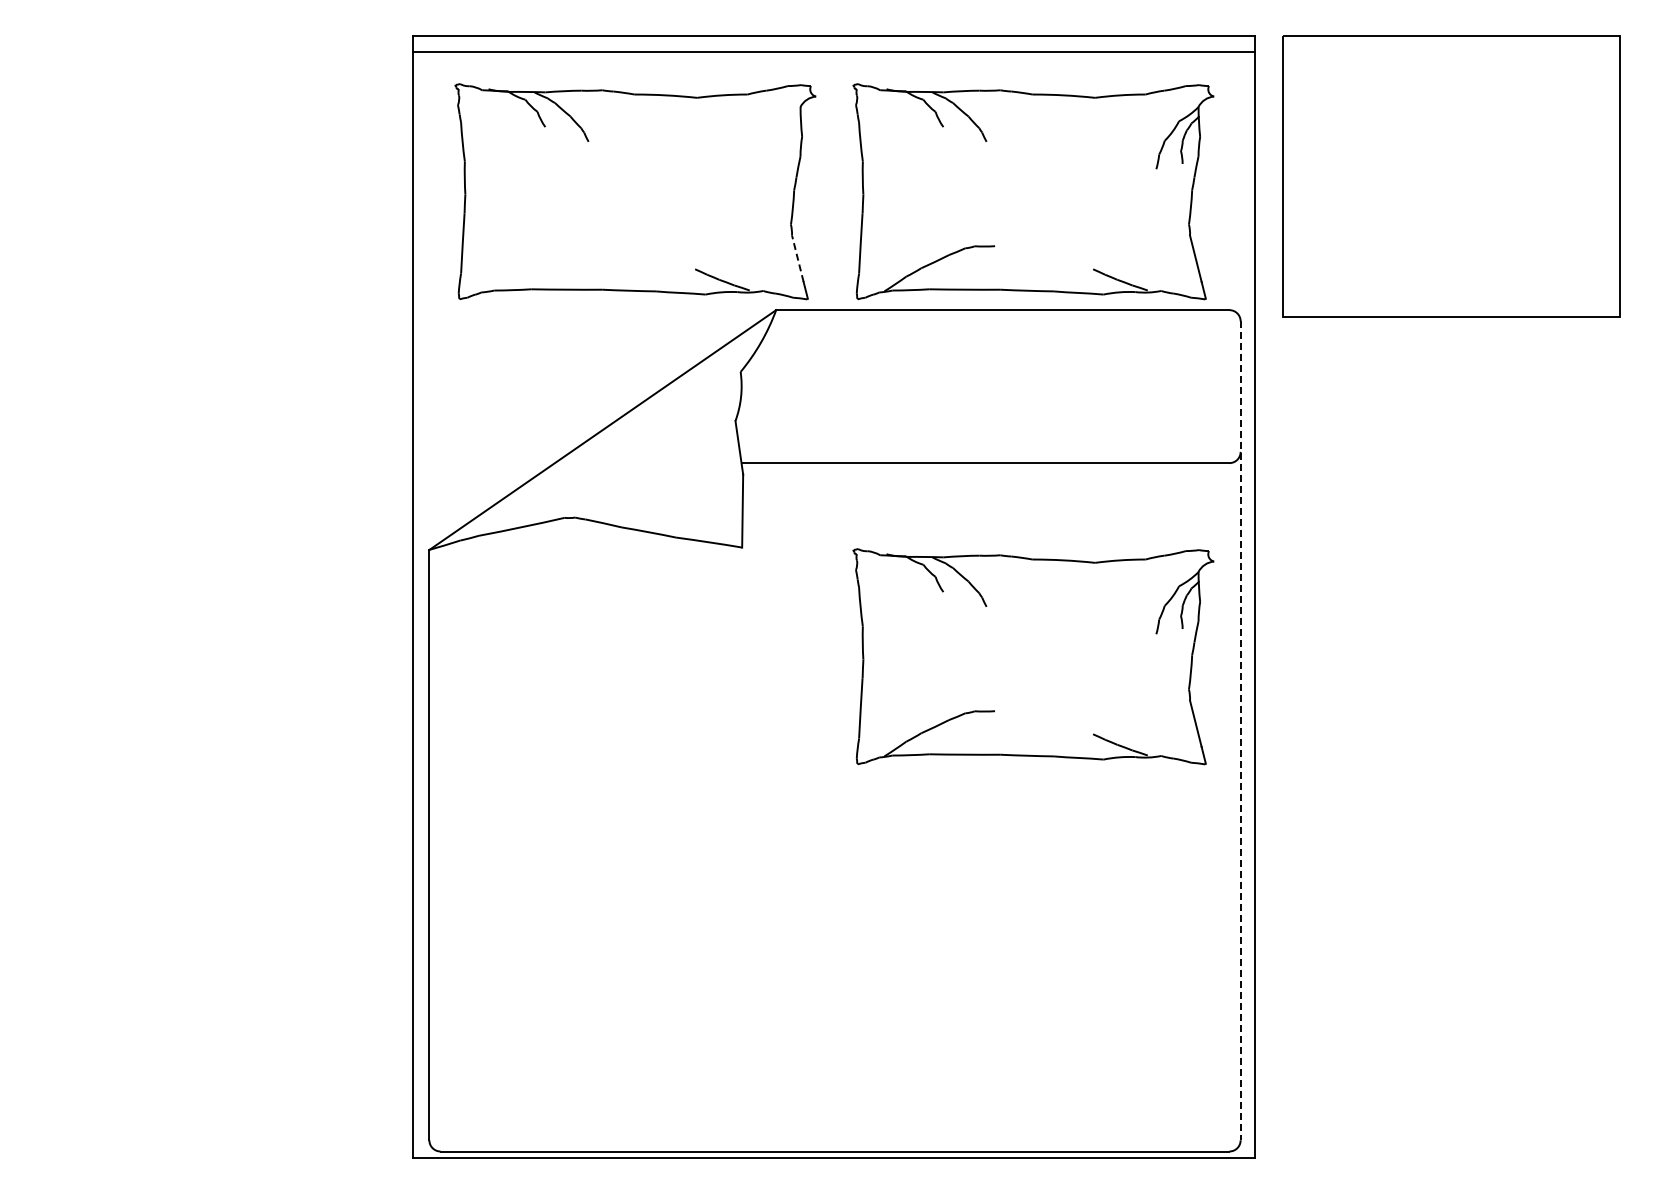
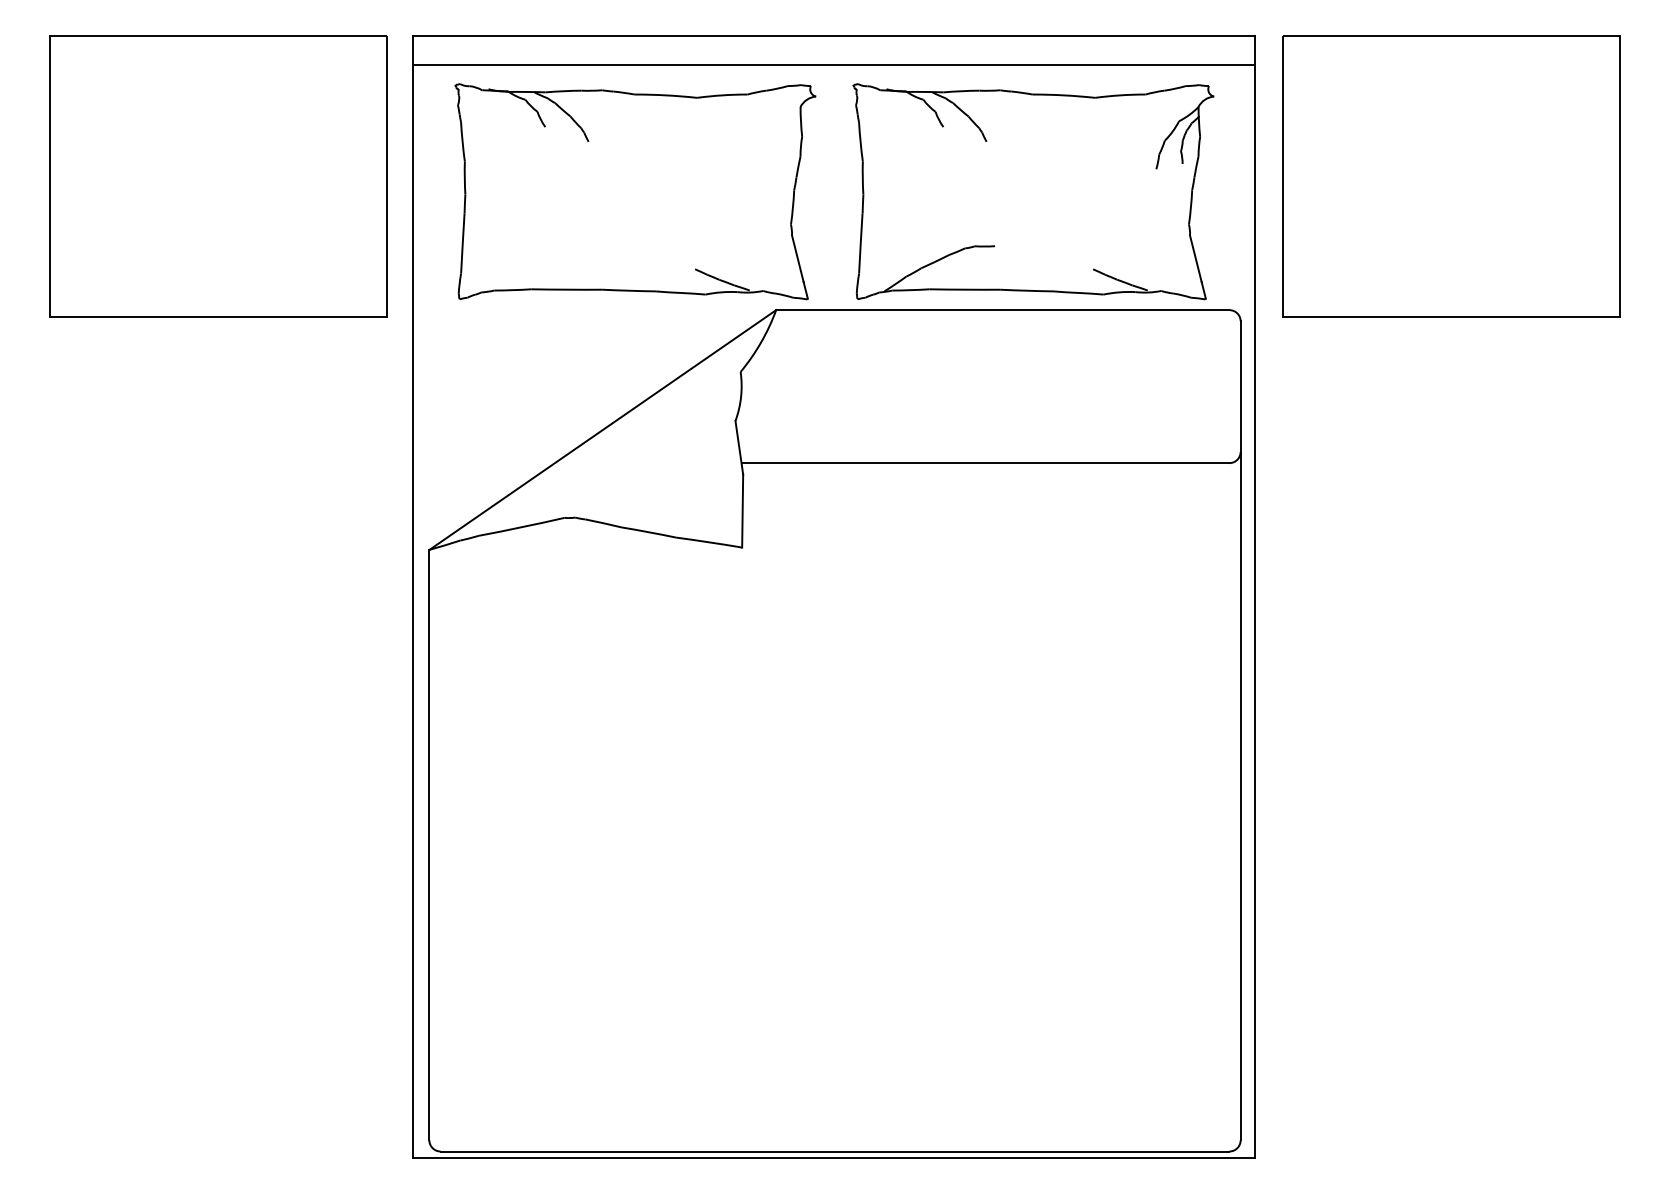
line at (834, 52) position: (834, 52) -> (834, 65)
part at (218, 176): none -> present
line at (797, 258): dashed -> solid
part at (1033, 656): present -> none
line at (1240, 731): dashed -> solid
